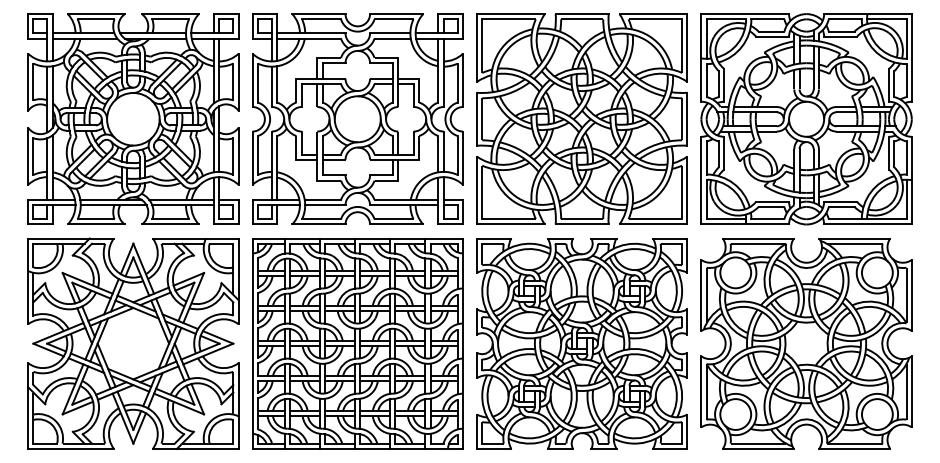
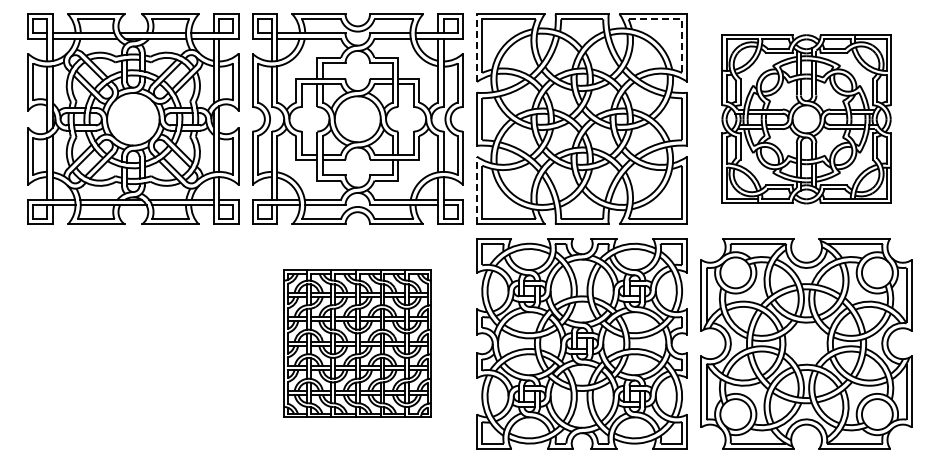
line at (682, 19): solid -> dashed
line at (477, 48): solid -> dashed
part at (806, 119) size: 213x213 px -> 171x171 px
line at (477, 190): solid -> dashed
part at (133, 343): present -> none
part at (357, 343) size: 212x212 px -> 149x149 px
